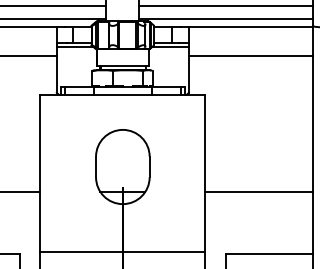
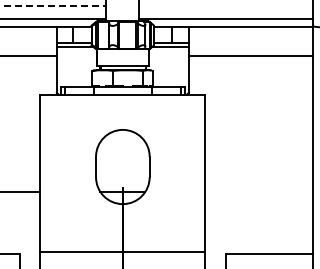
line at (53, 6): solid -> dashed
line at (225, 6): present -> none
line at (258, 191): present -> none
